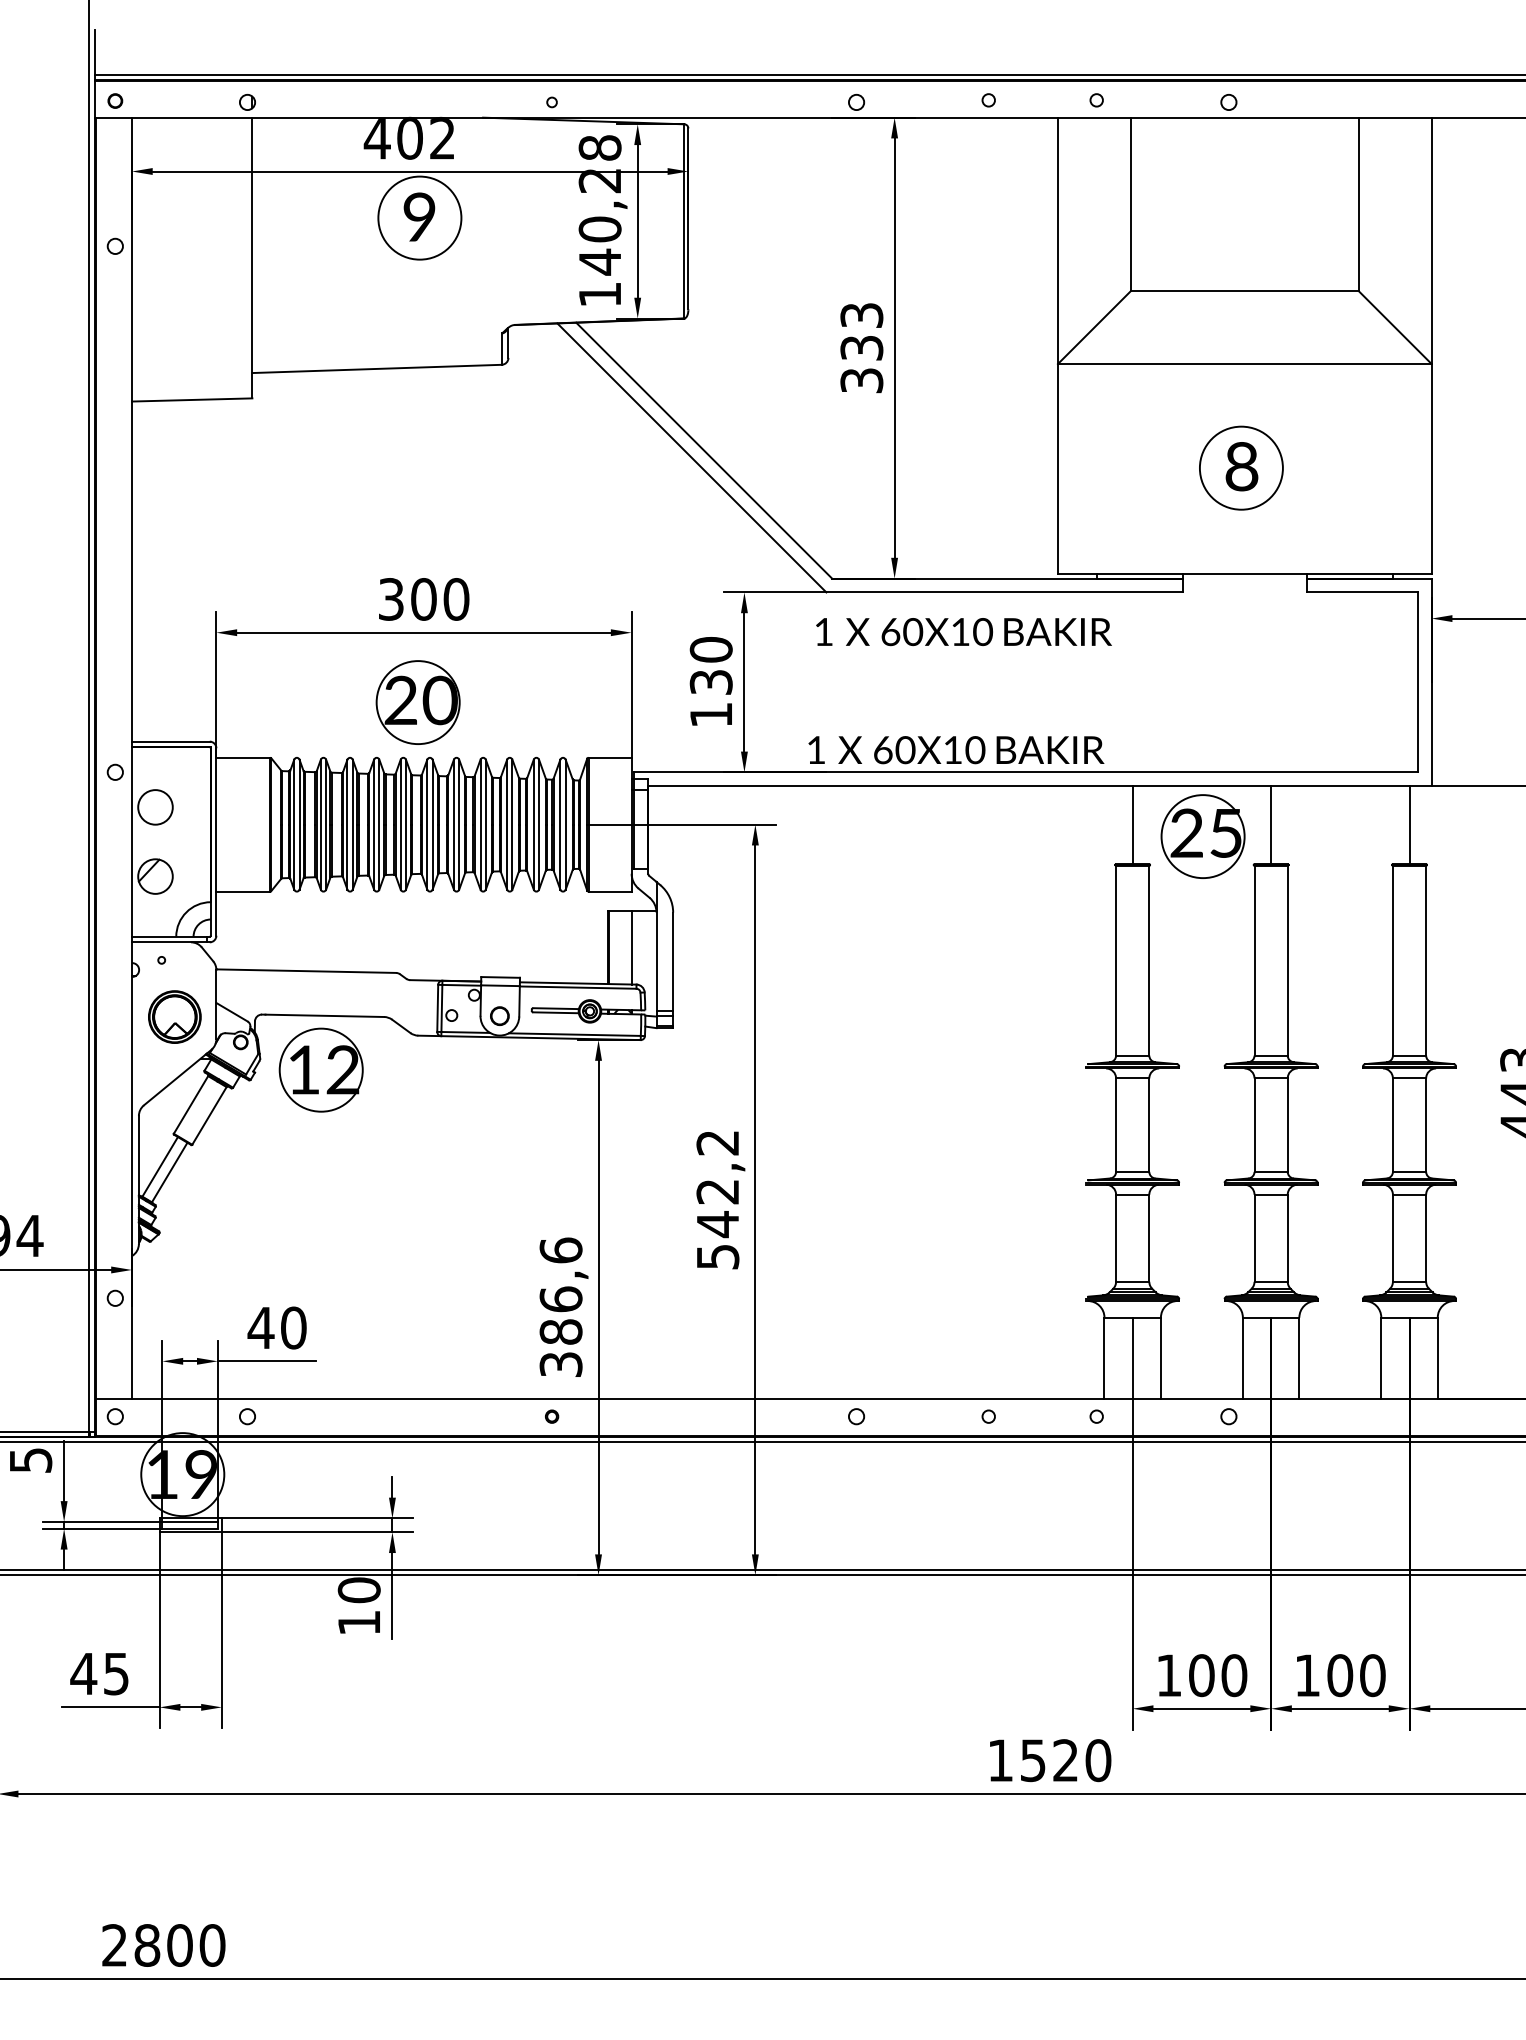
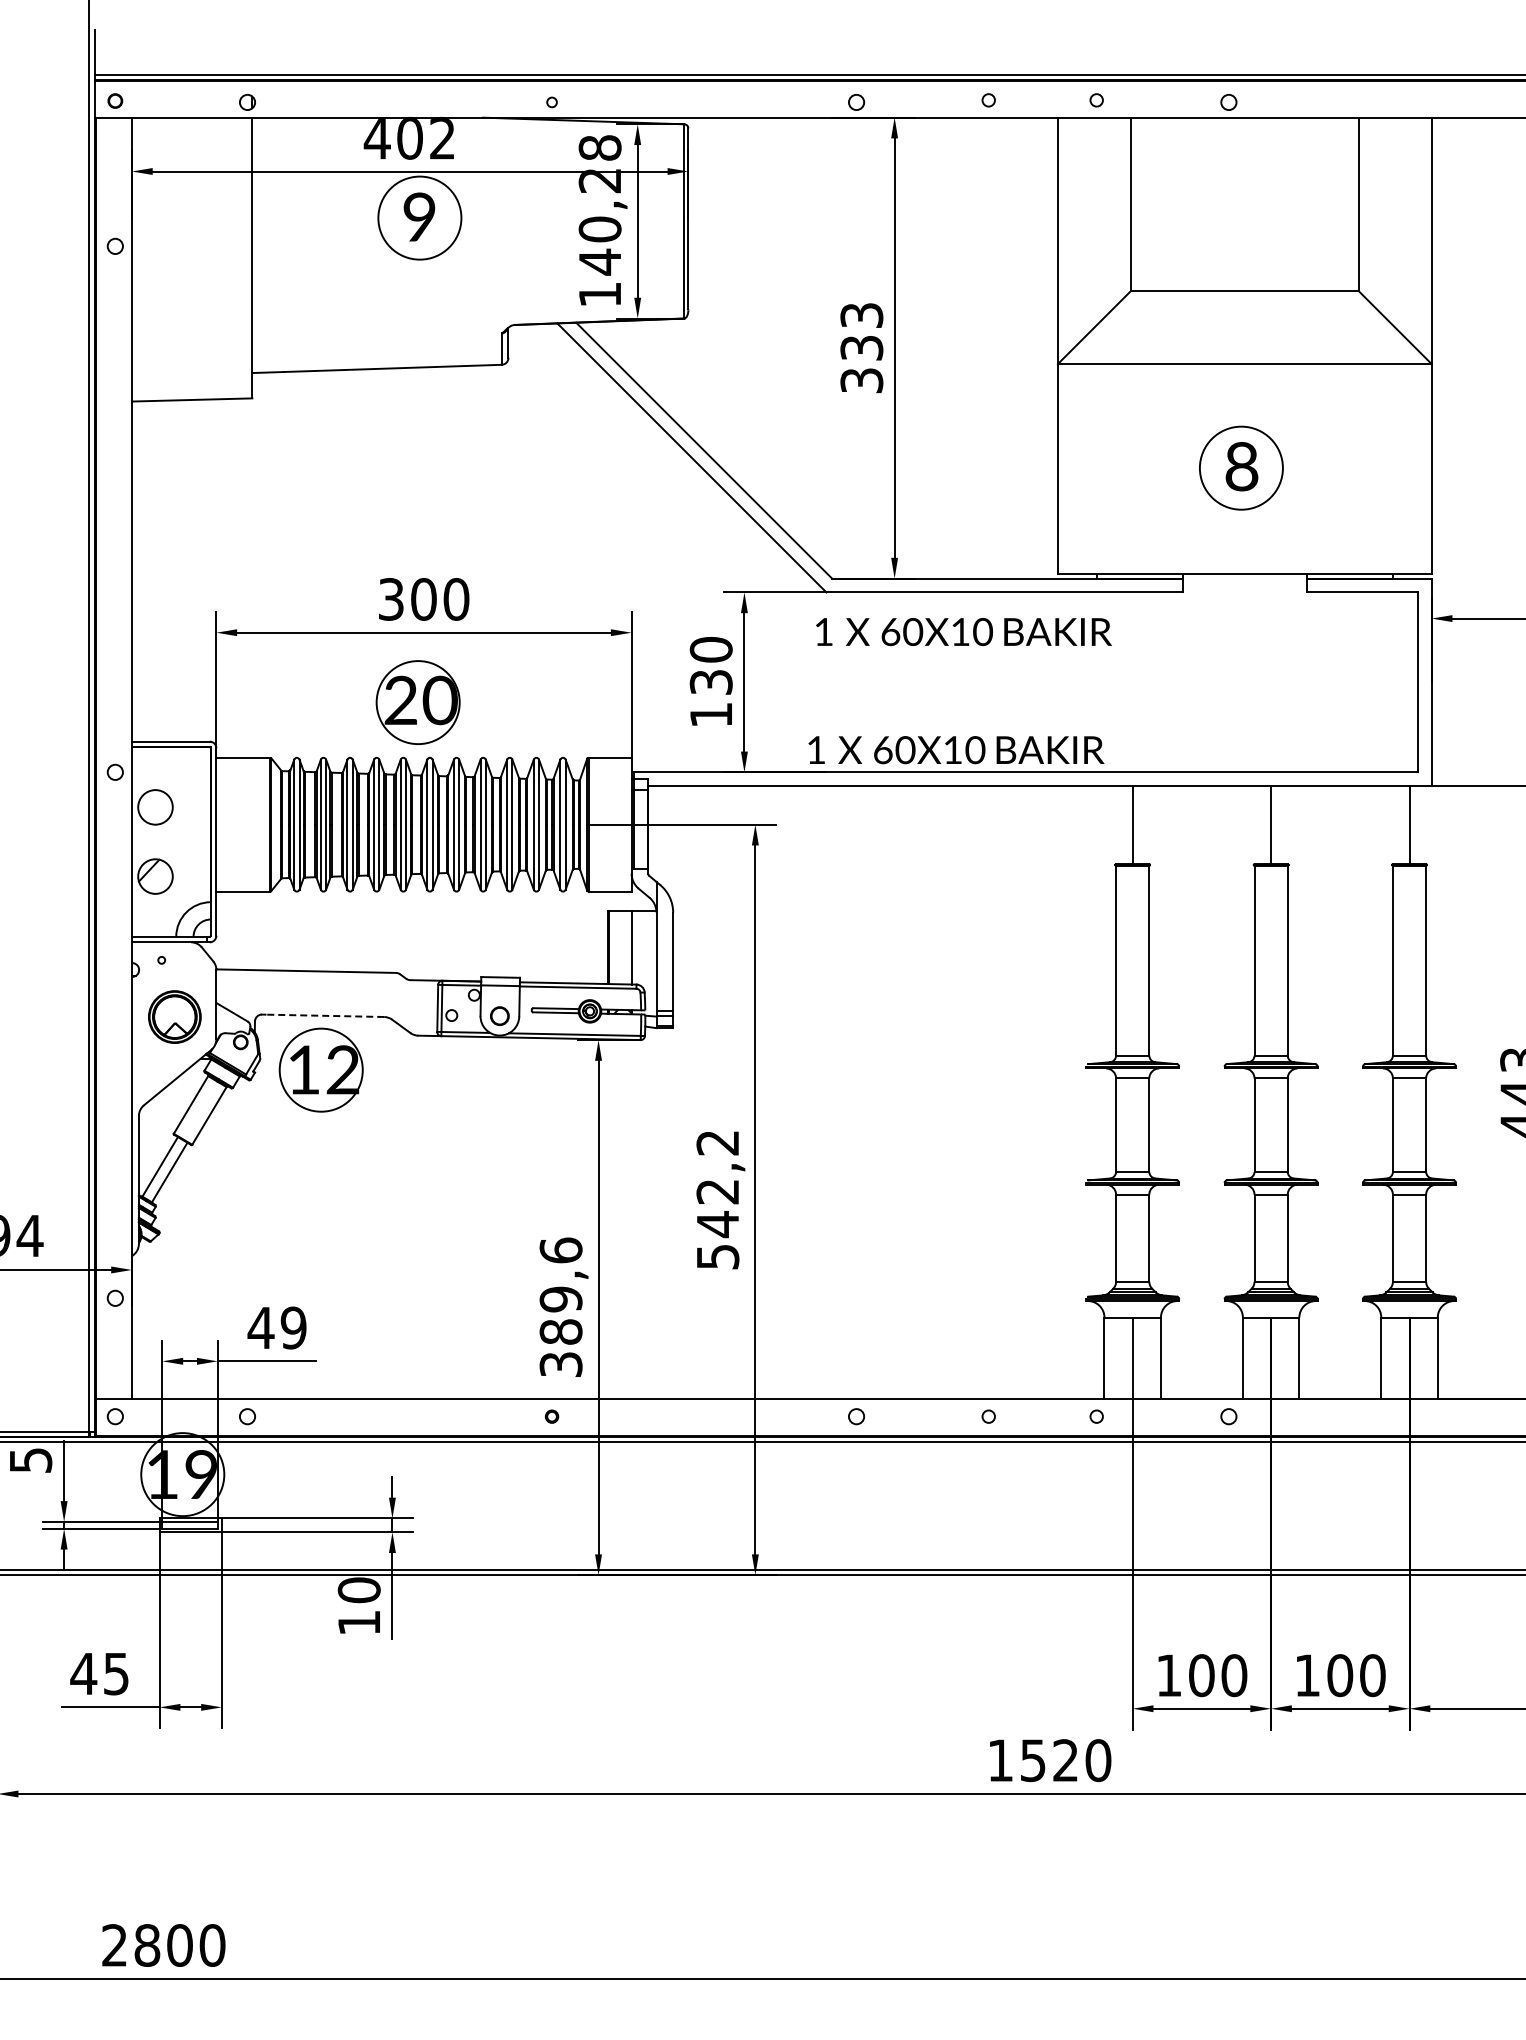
part at (1202, 836): present -> none
line at (324, 1015): solid -> dashed
text at (560, 1299): 386,6 -> 389,6
text at (293, 1327): 40 -> 49
